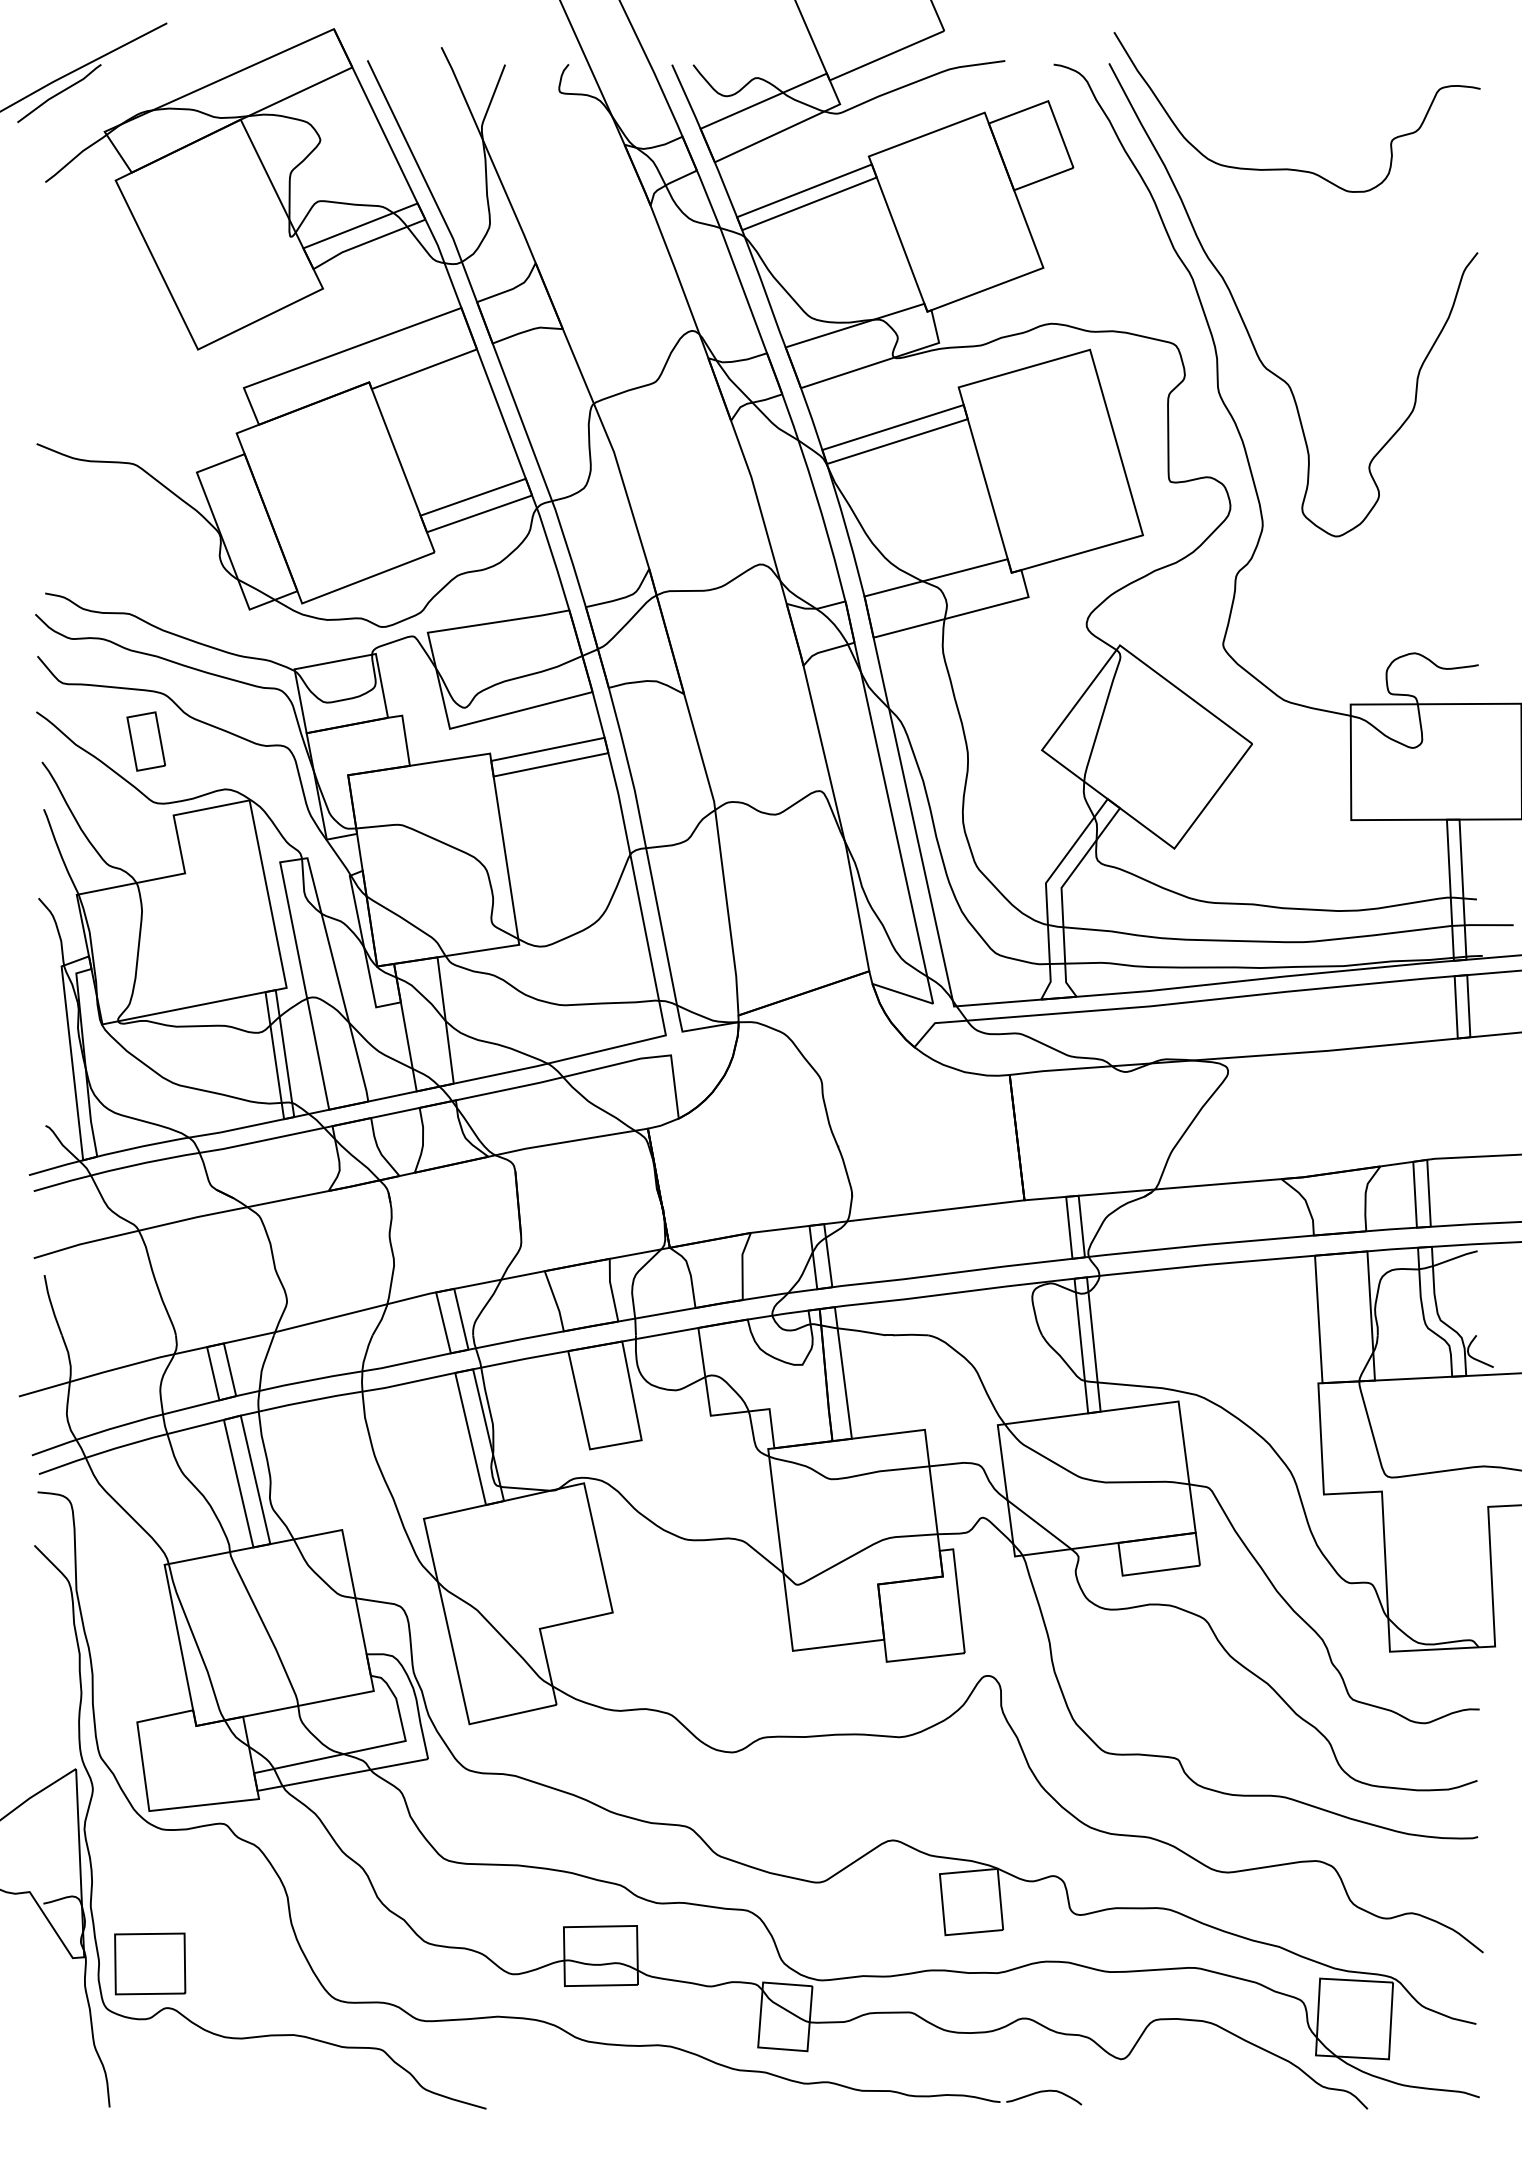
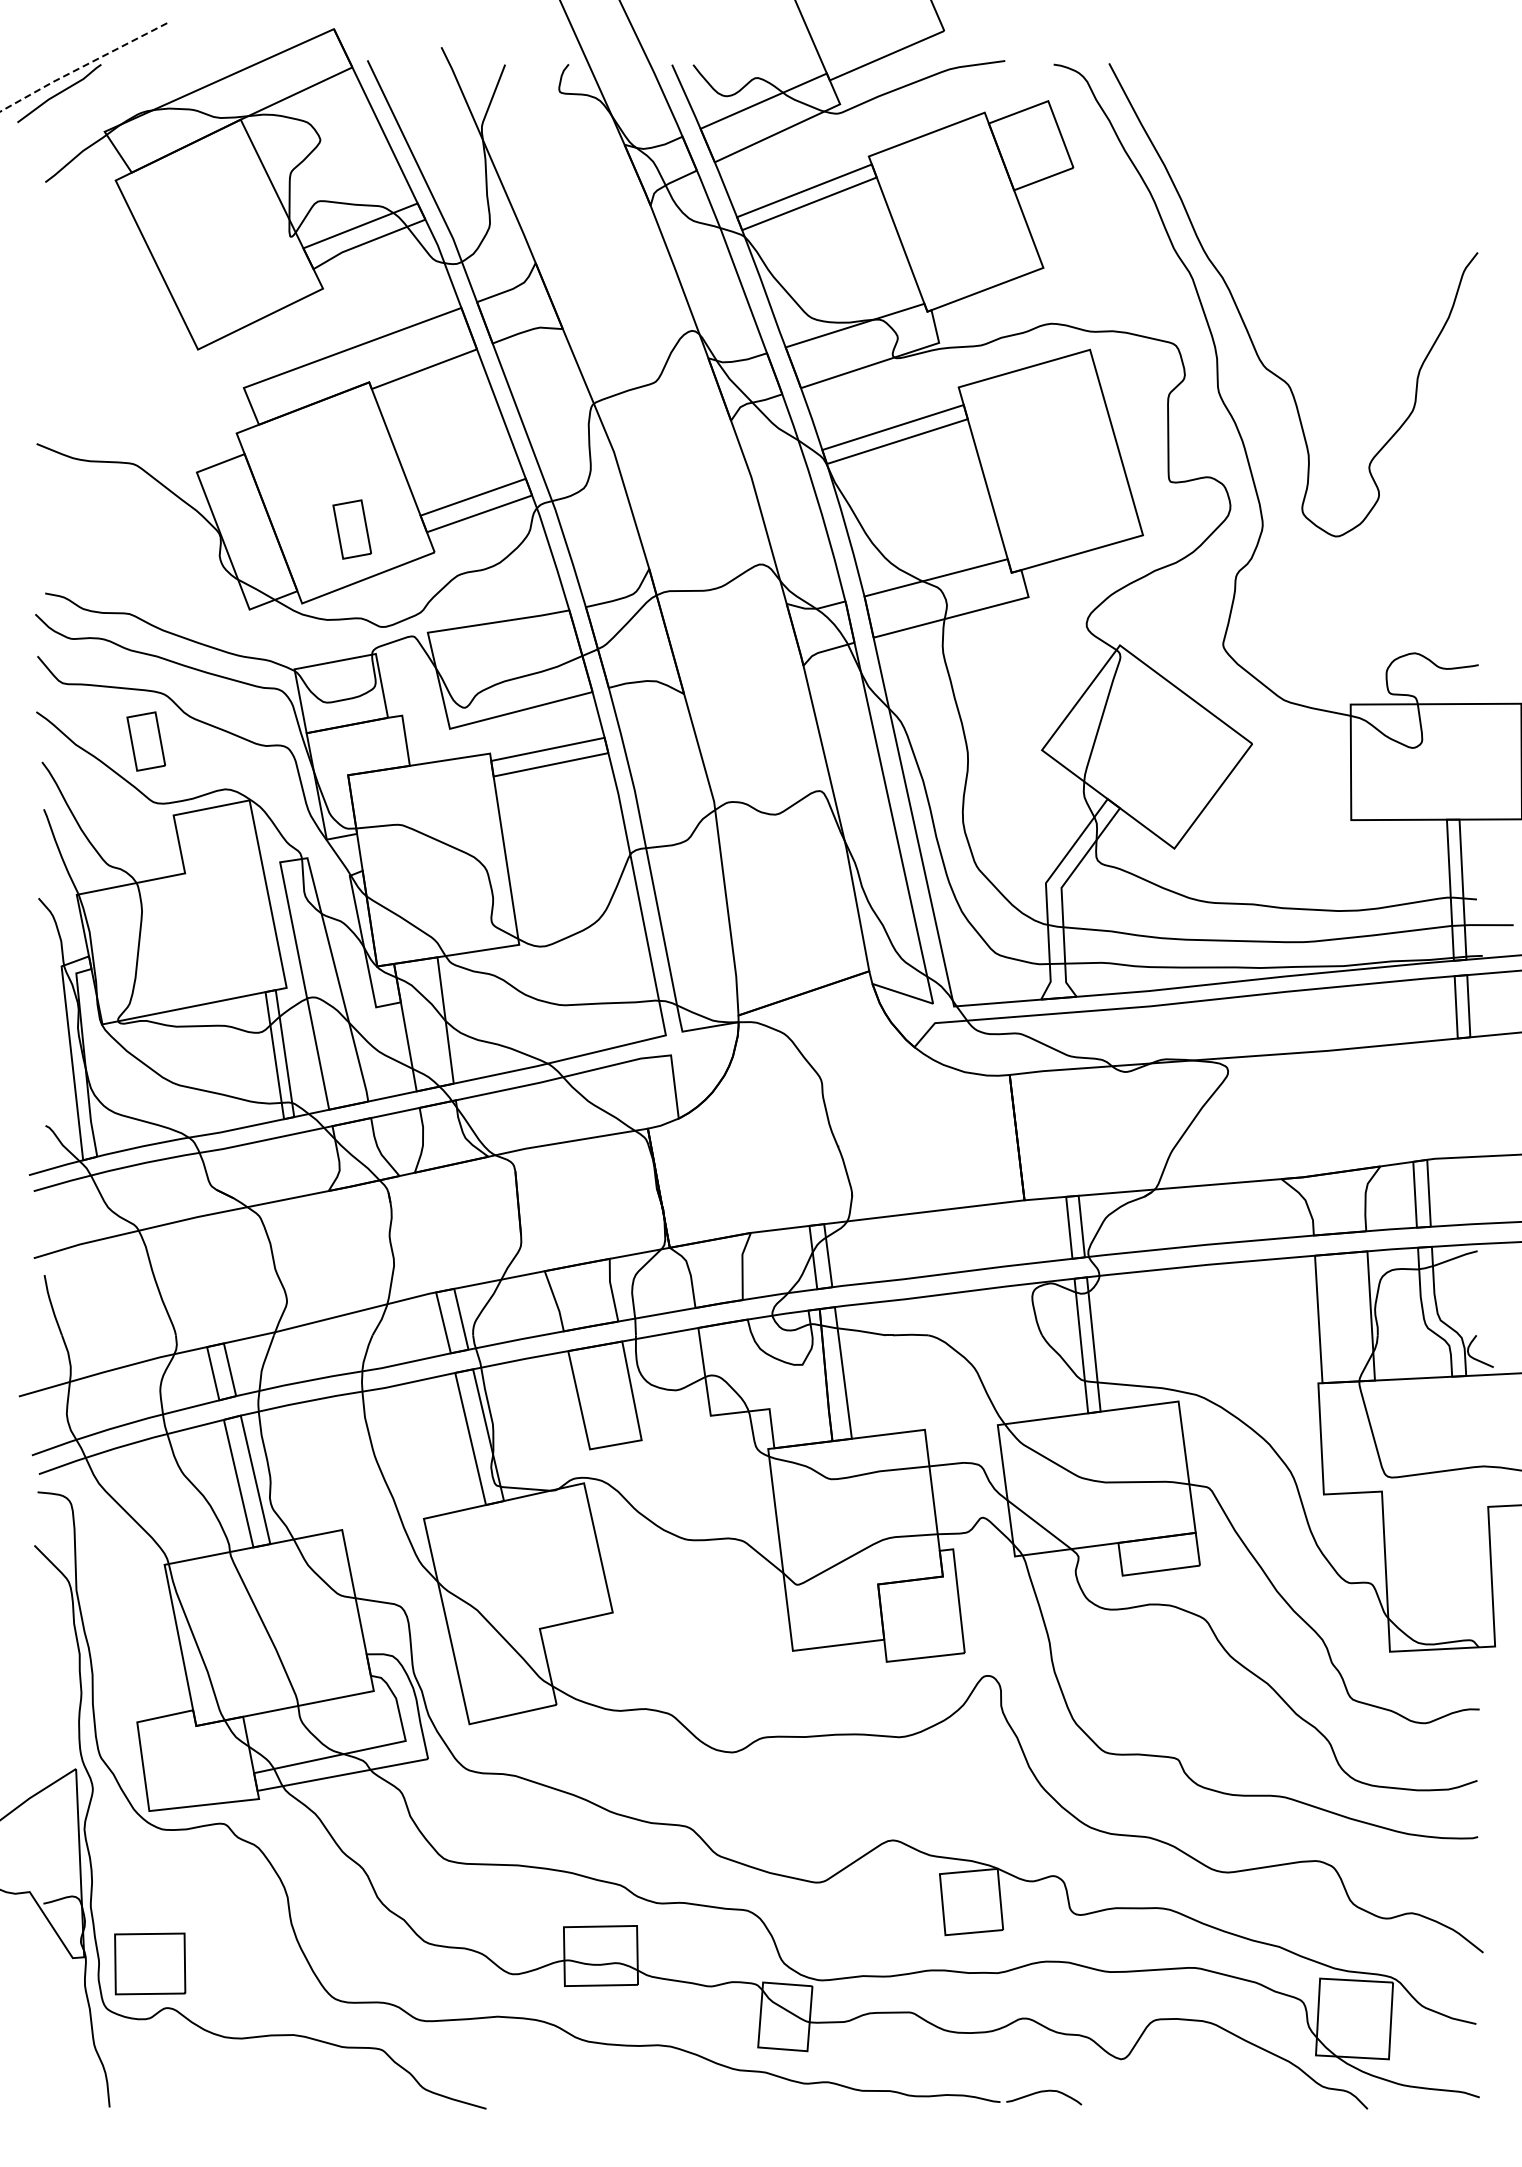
line at (83, 66): solid -> dashed
curve at (1291, 168): present -> none
part at (351, 529): none -> present
